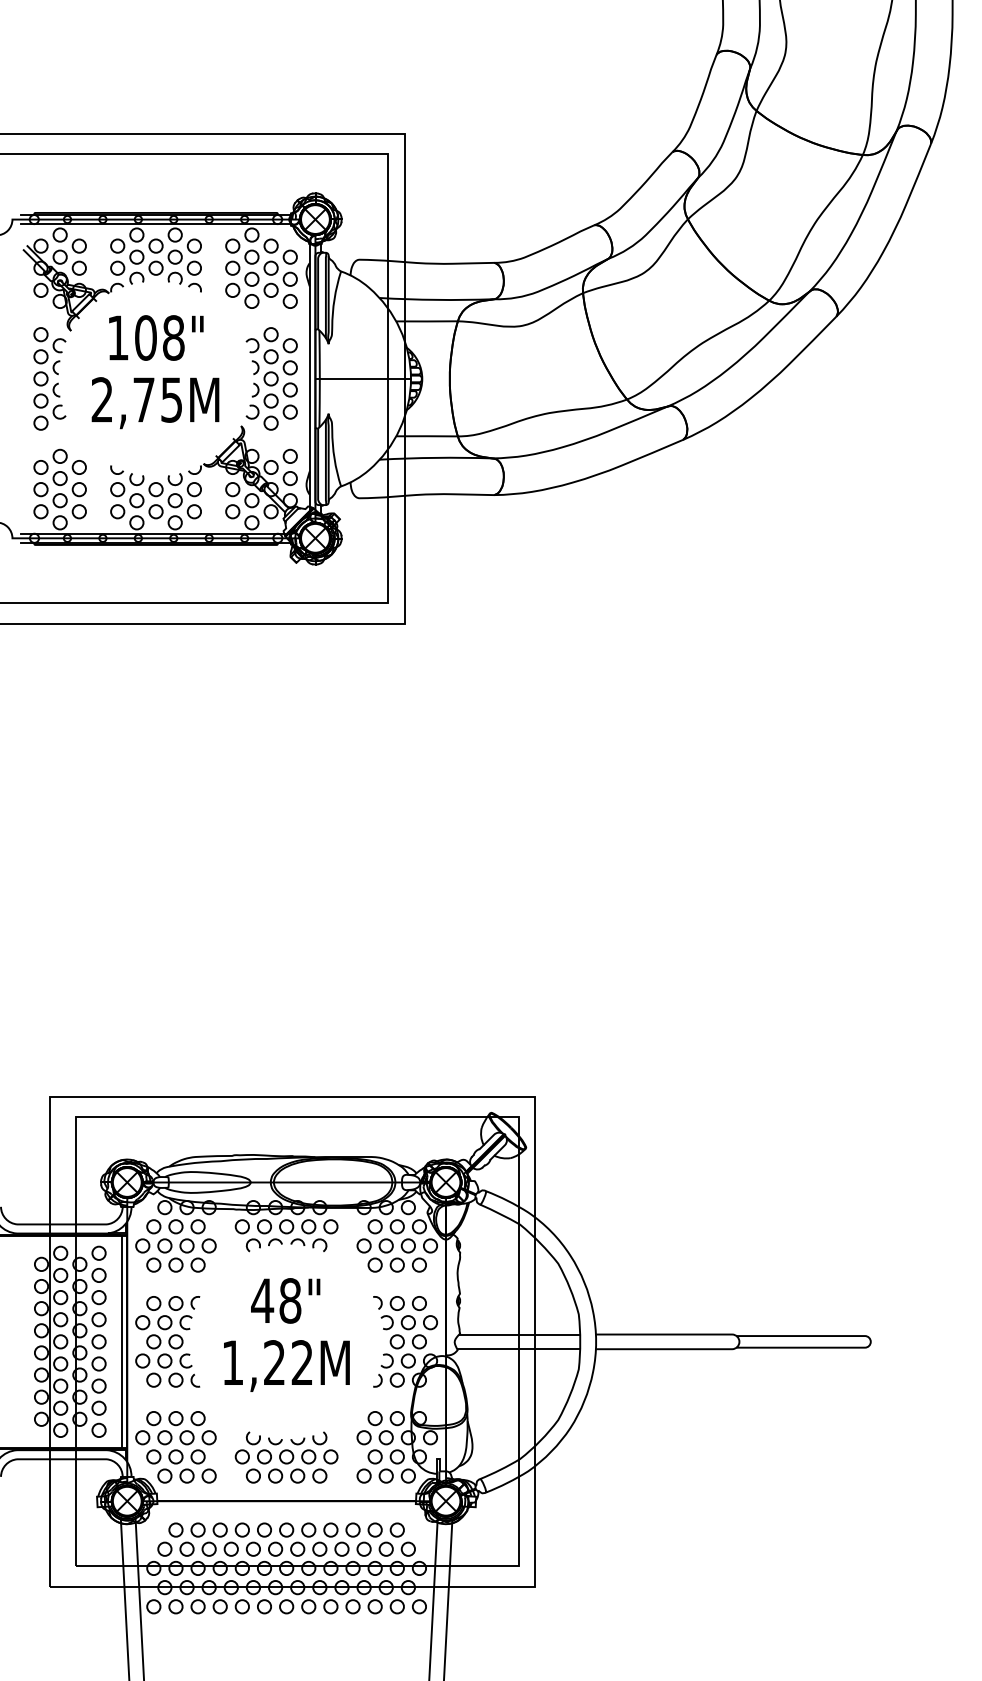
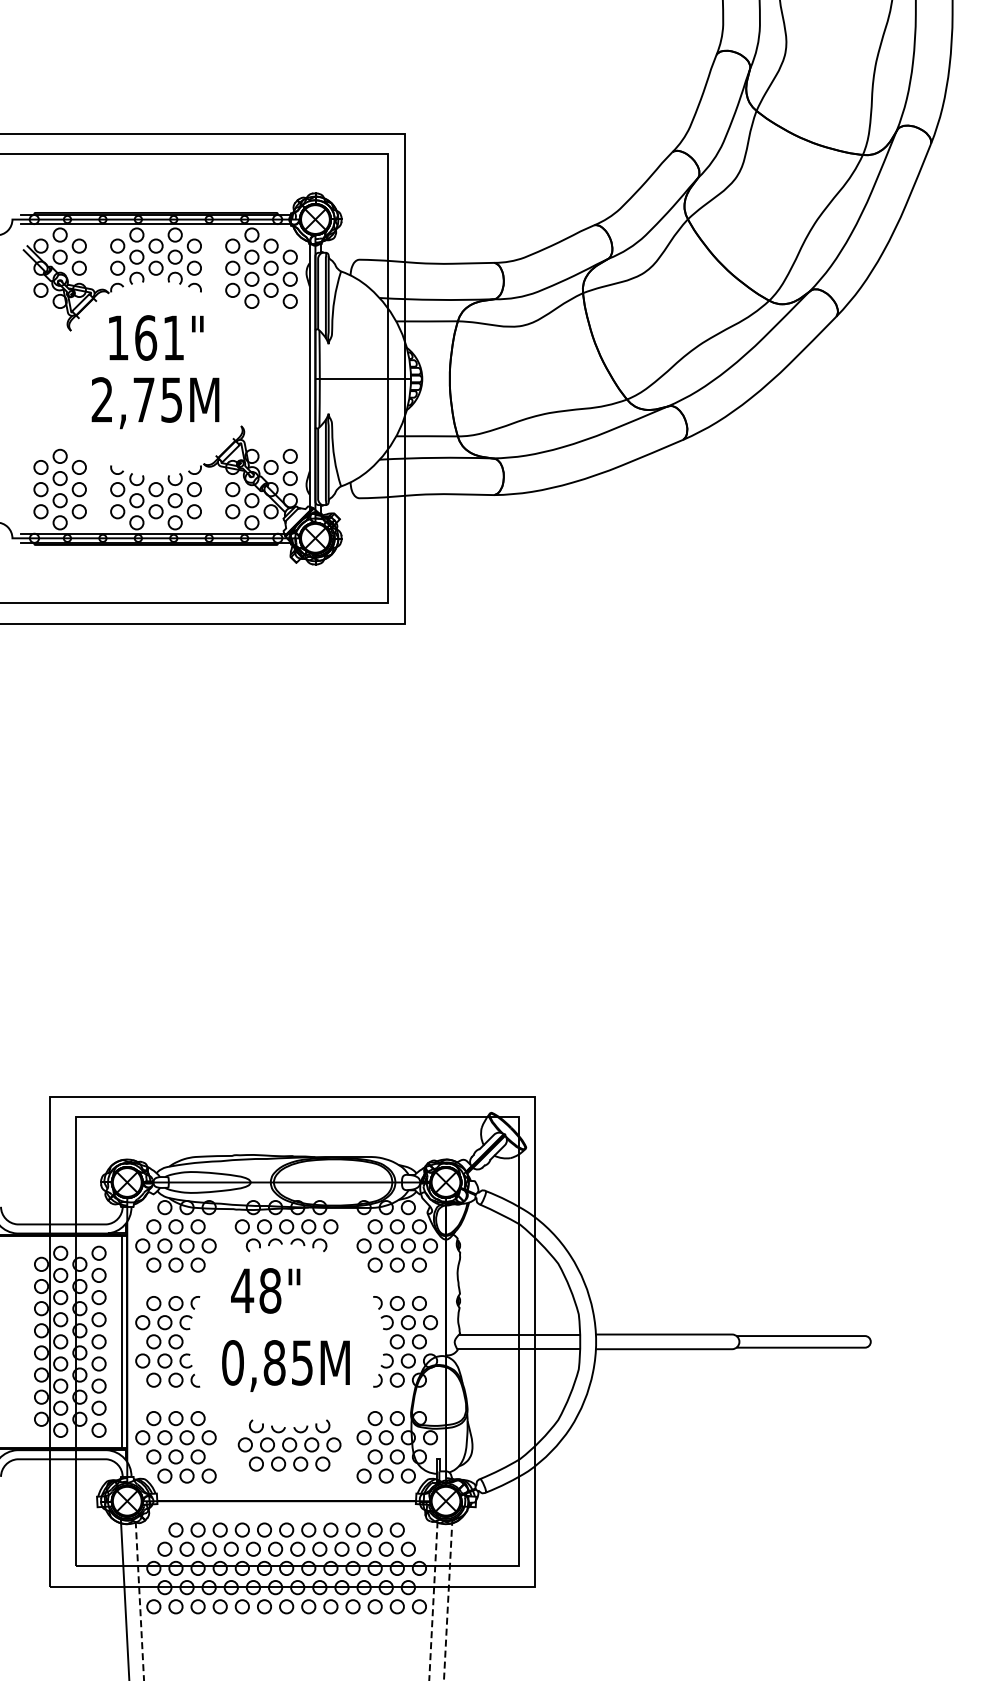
text at (159, 337): 108" -> 161"
part at (49, 378): present -> none
part at (271, 378): present -> none
text at (285, 1300) position: (285, 1300) -> (265, 1290)
text at (267, 1362): 1,22M -> 0,85M
part at (286, 1457) position: (286, 1457) -> (289, 1445)
line at (139, 1598): solid -> dashed
line at (433, 1598): solid -> dashed
line at (448, 1599): solid -> dashed
